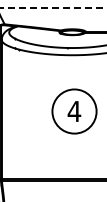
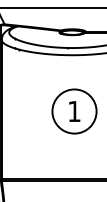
line at (53, 7): dashed -> solid
text at (74, 111): 4 -> 1
